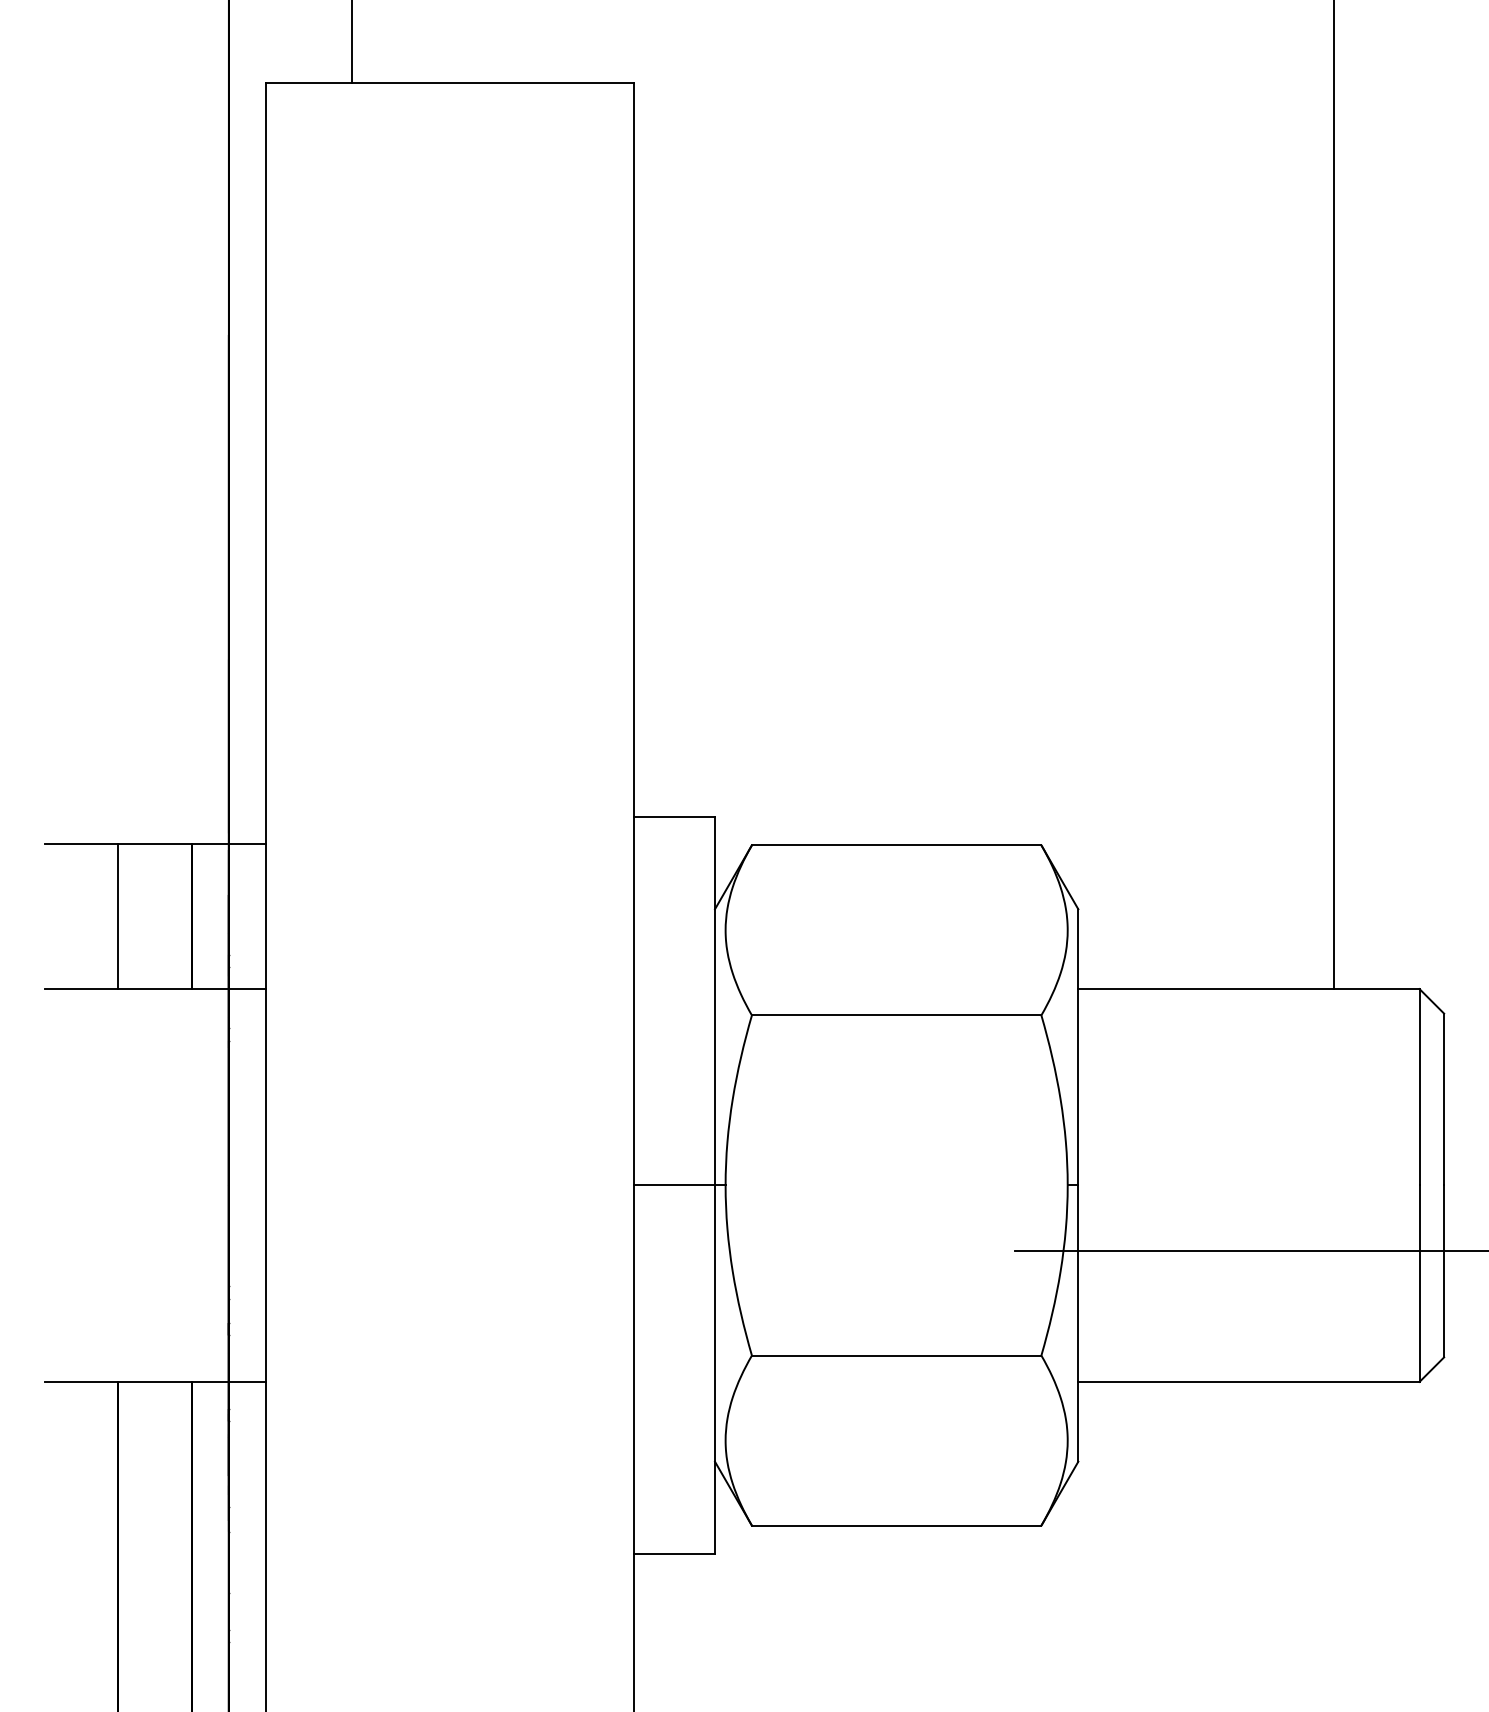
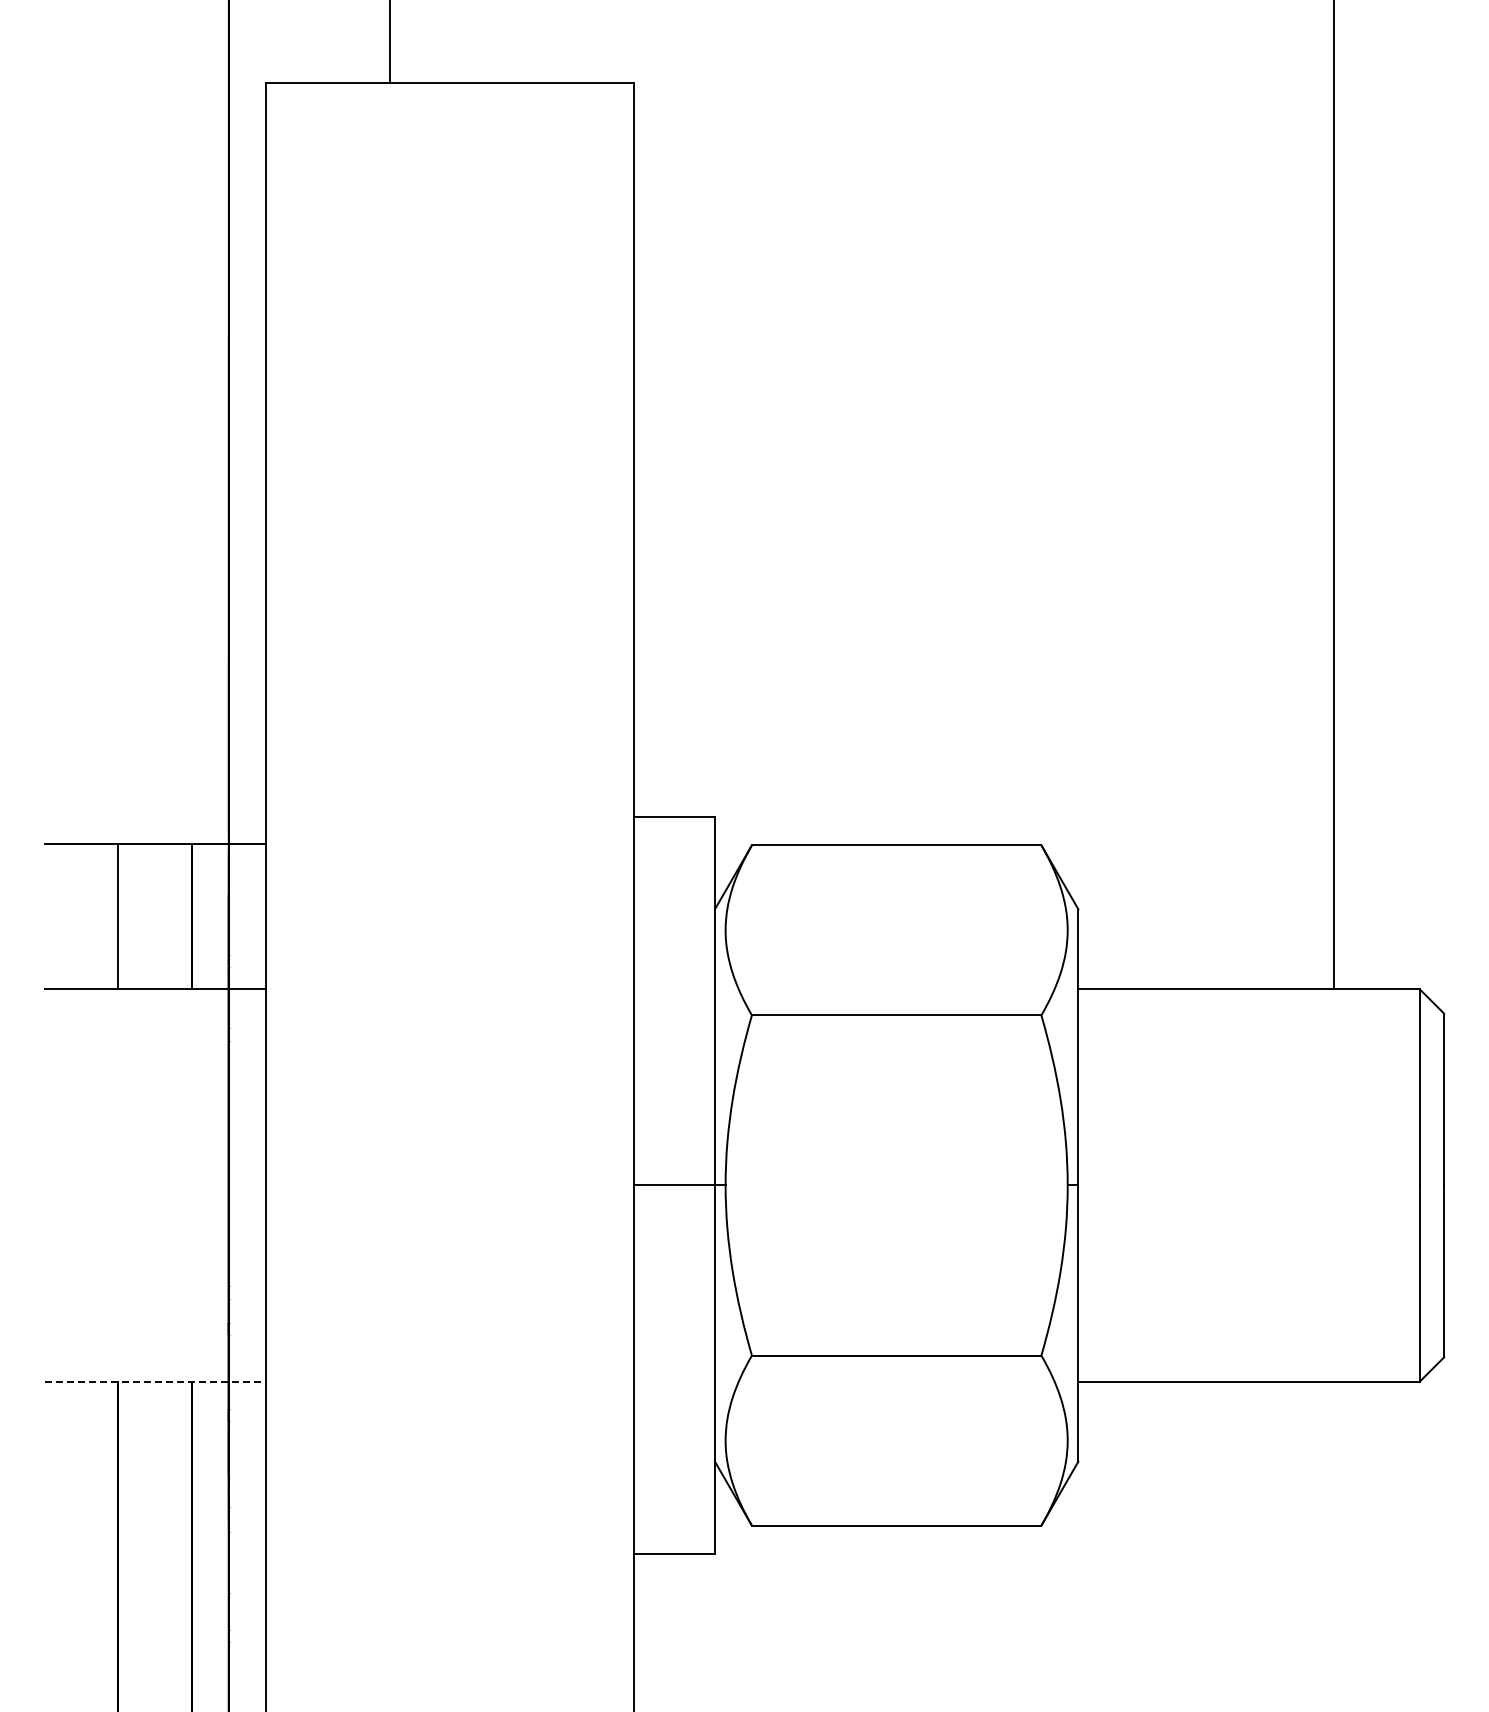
line at (351, 42) position: (351, 42) -> (389, 42)
line at (1249, 1250): present -> none
line at (155, 1381): solid -> dashed
